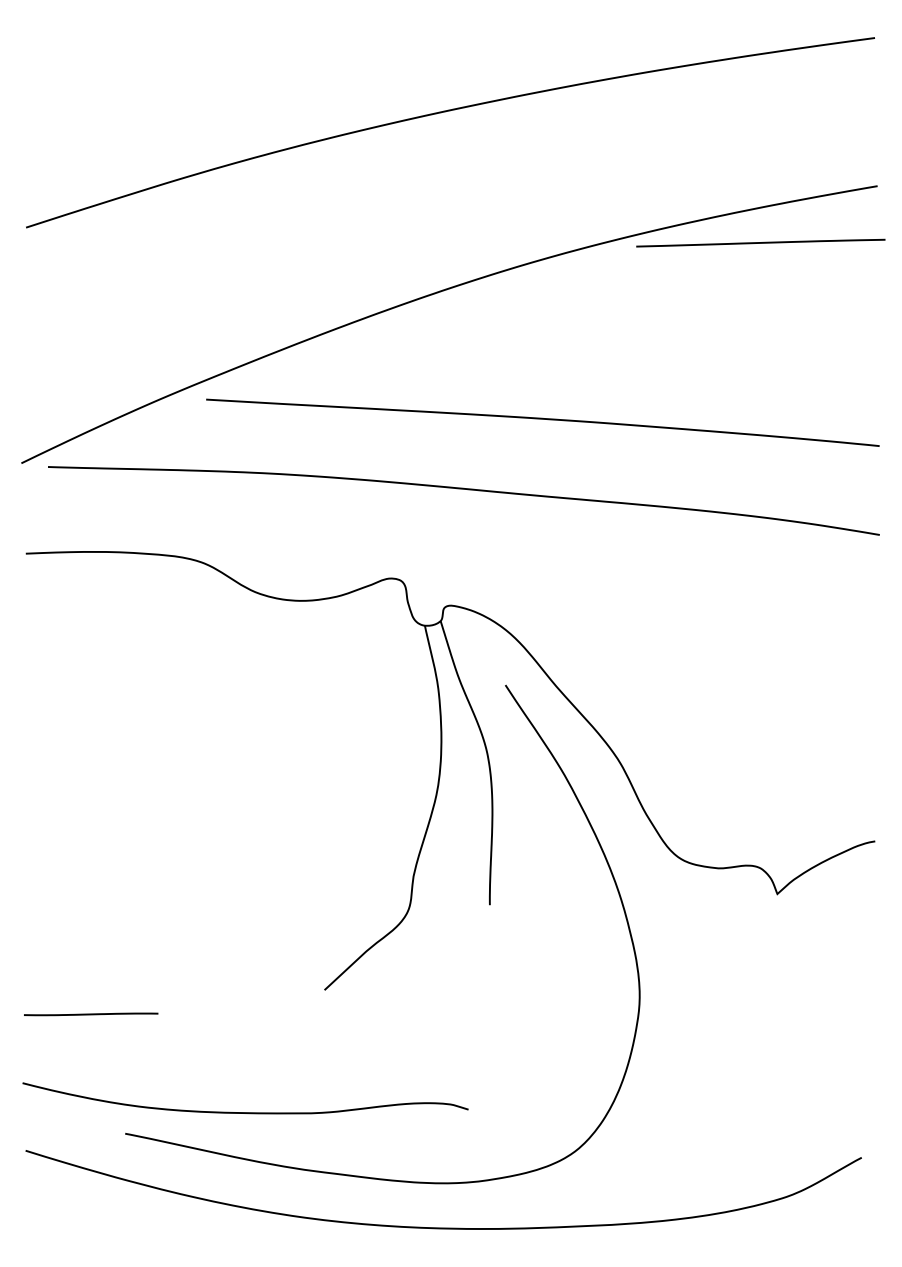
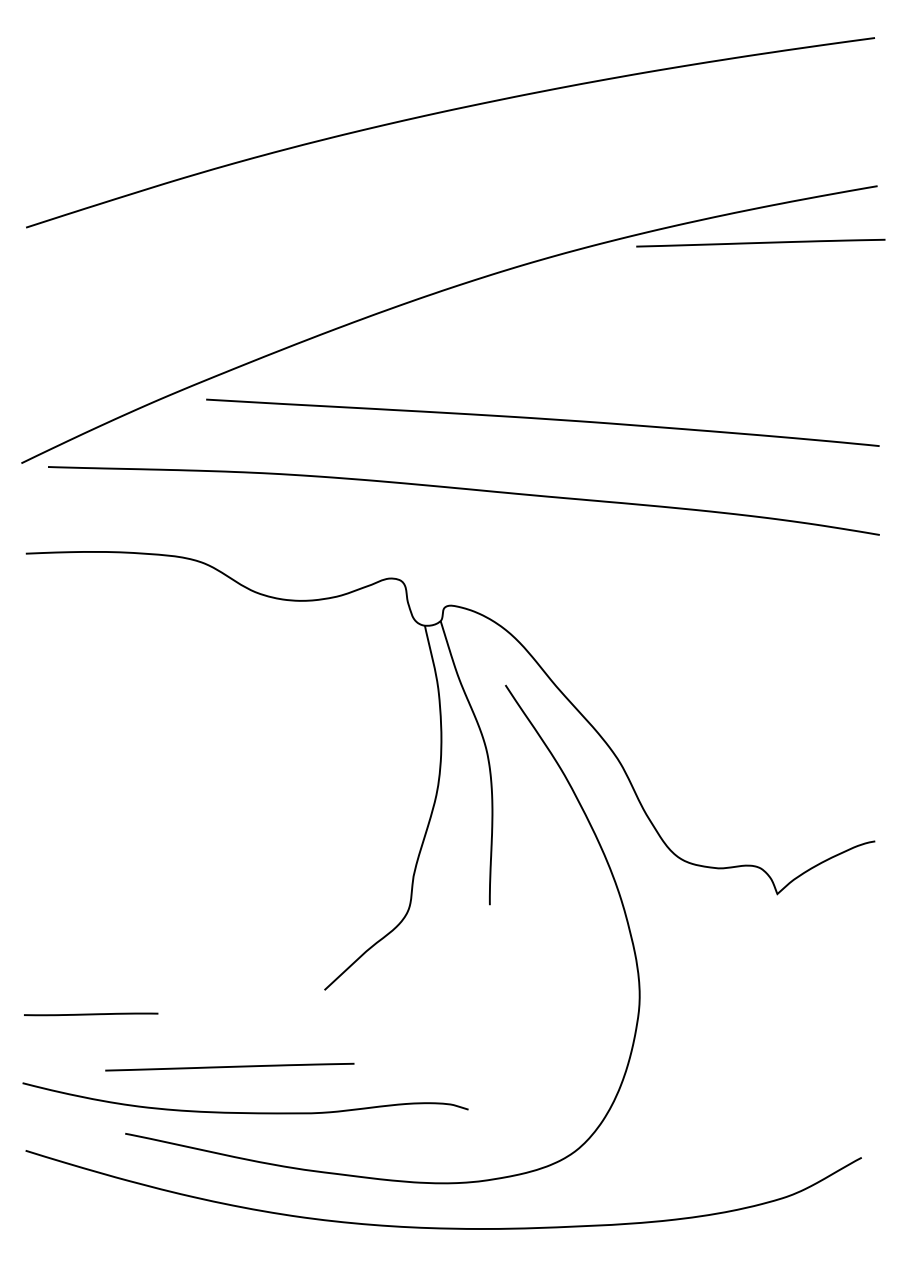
line at (229, 1066): none -> present
